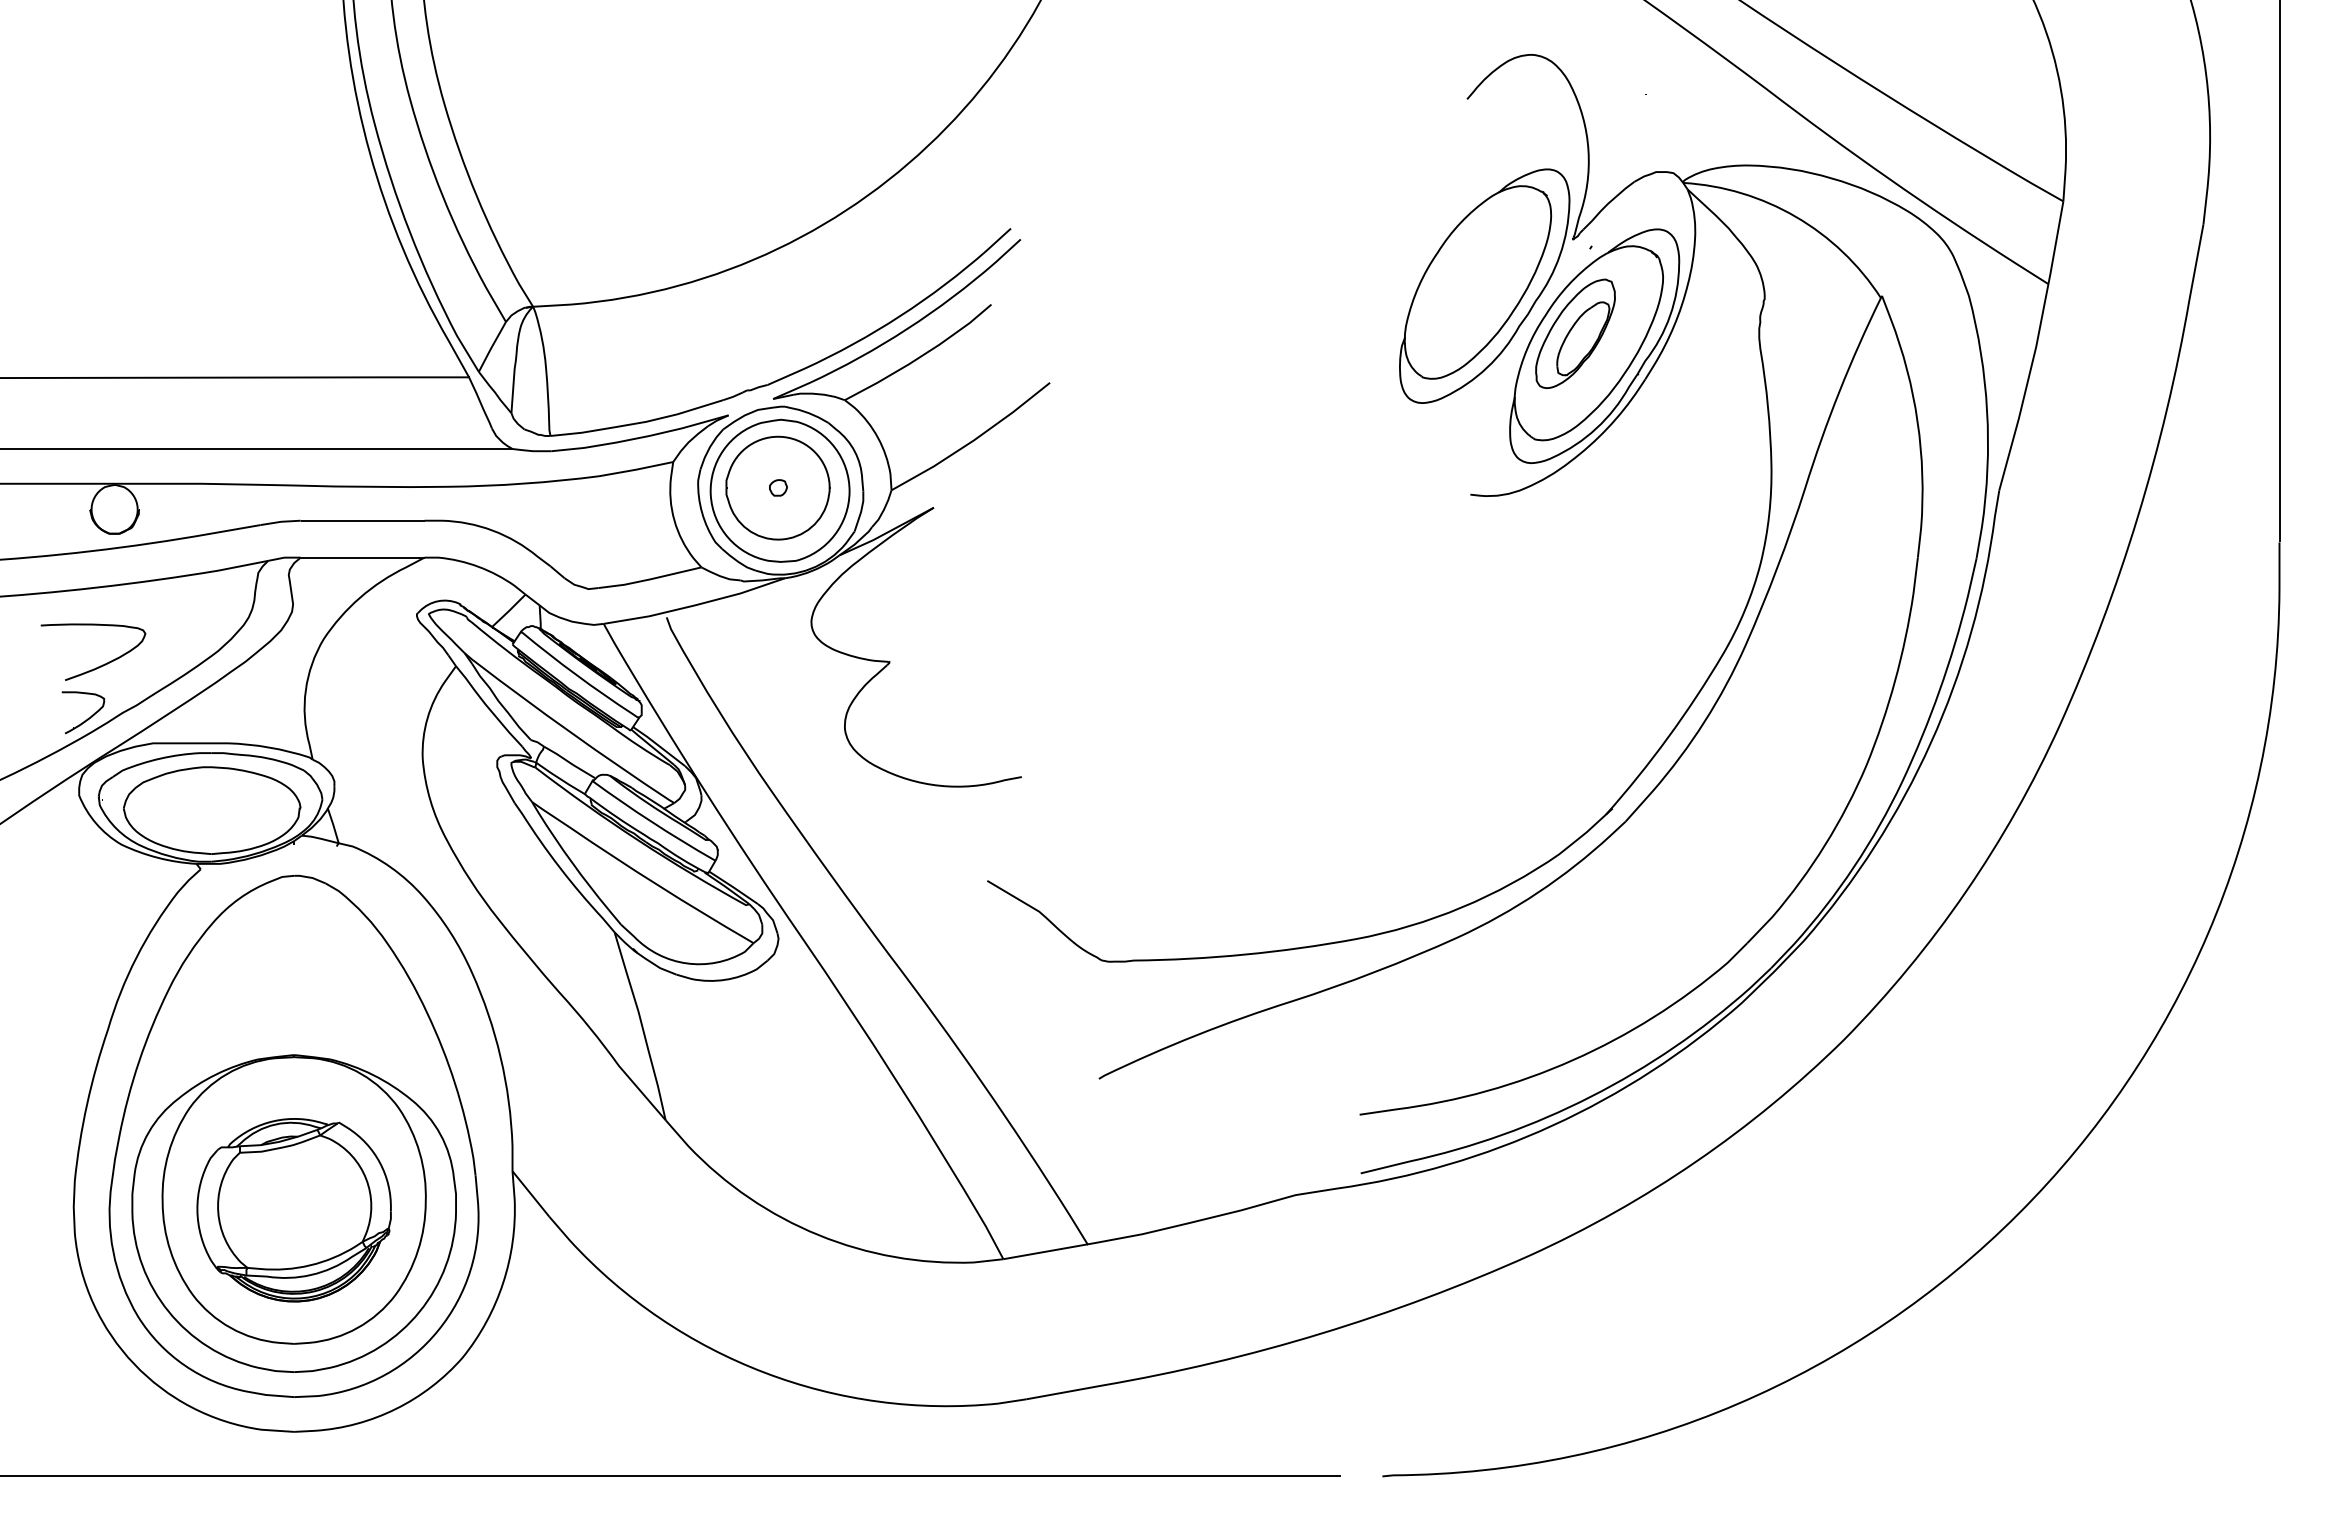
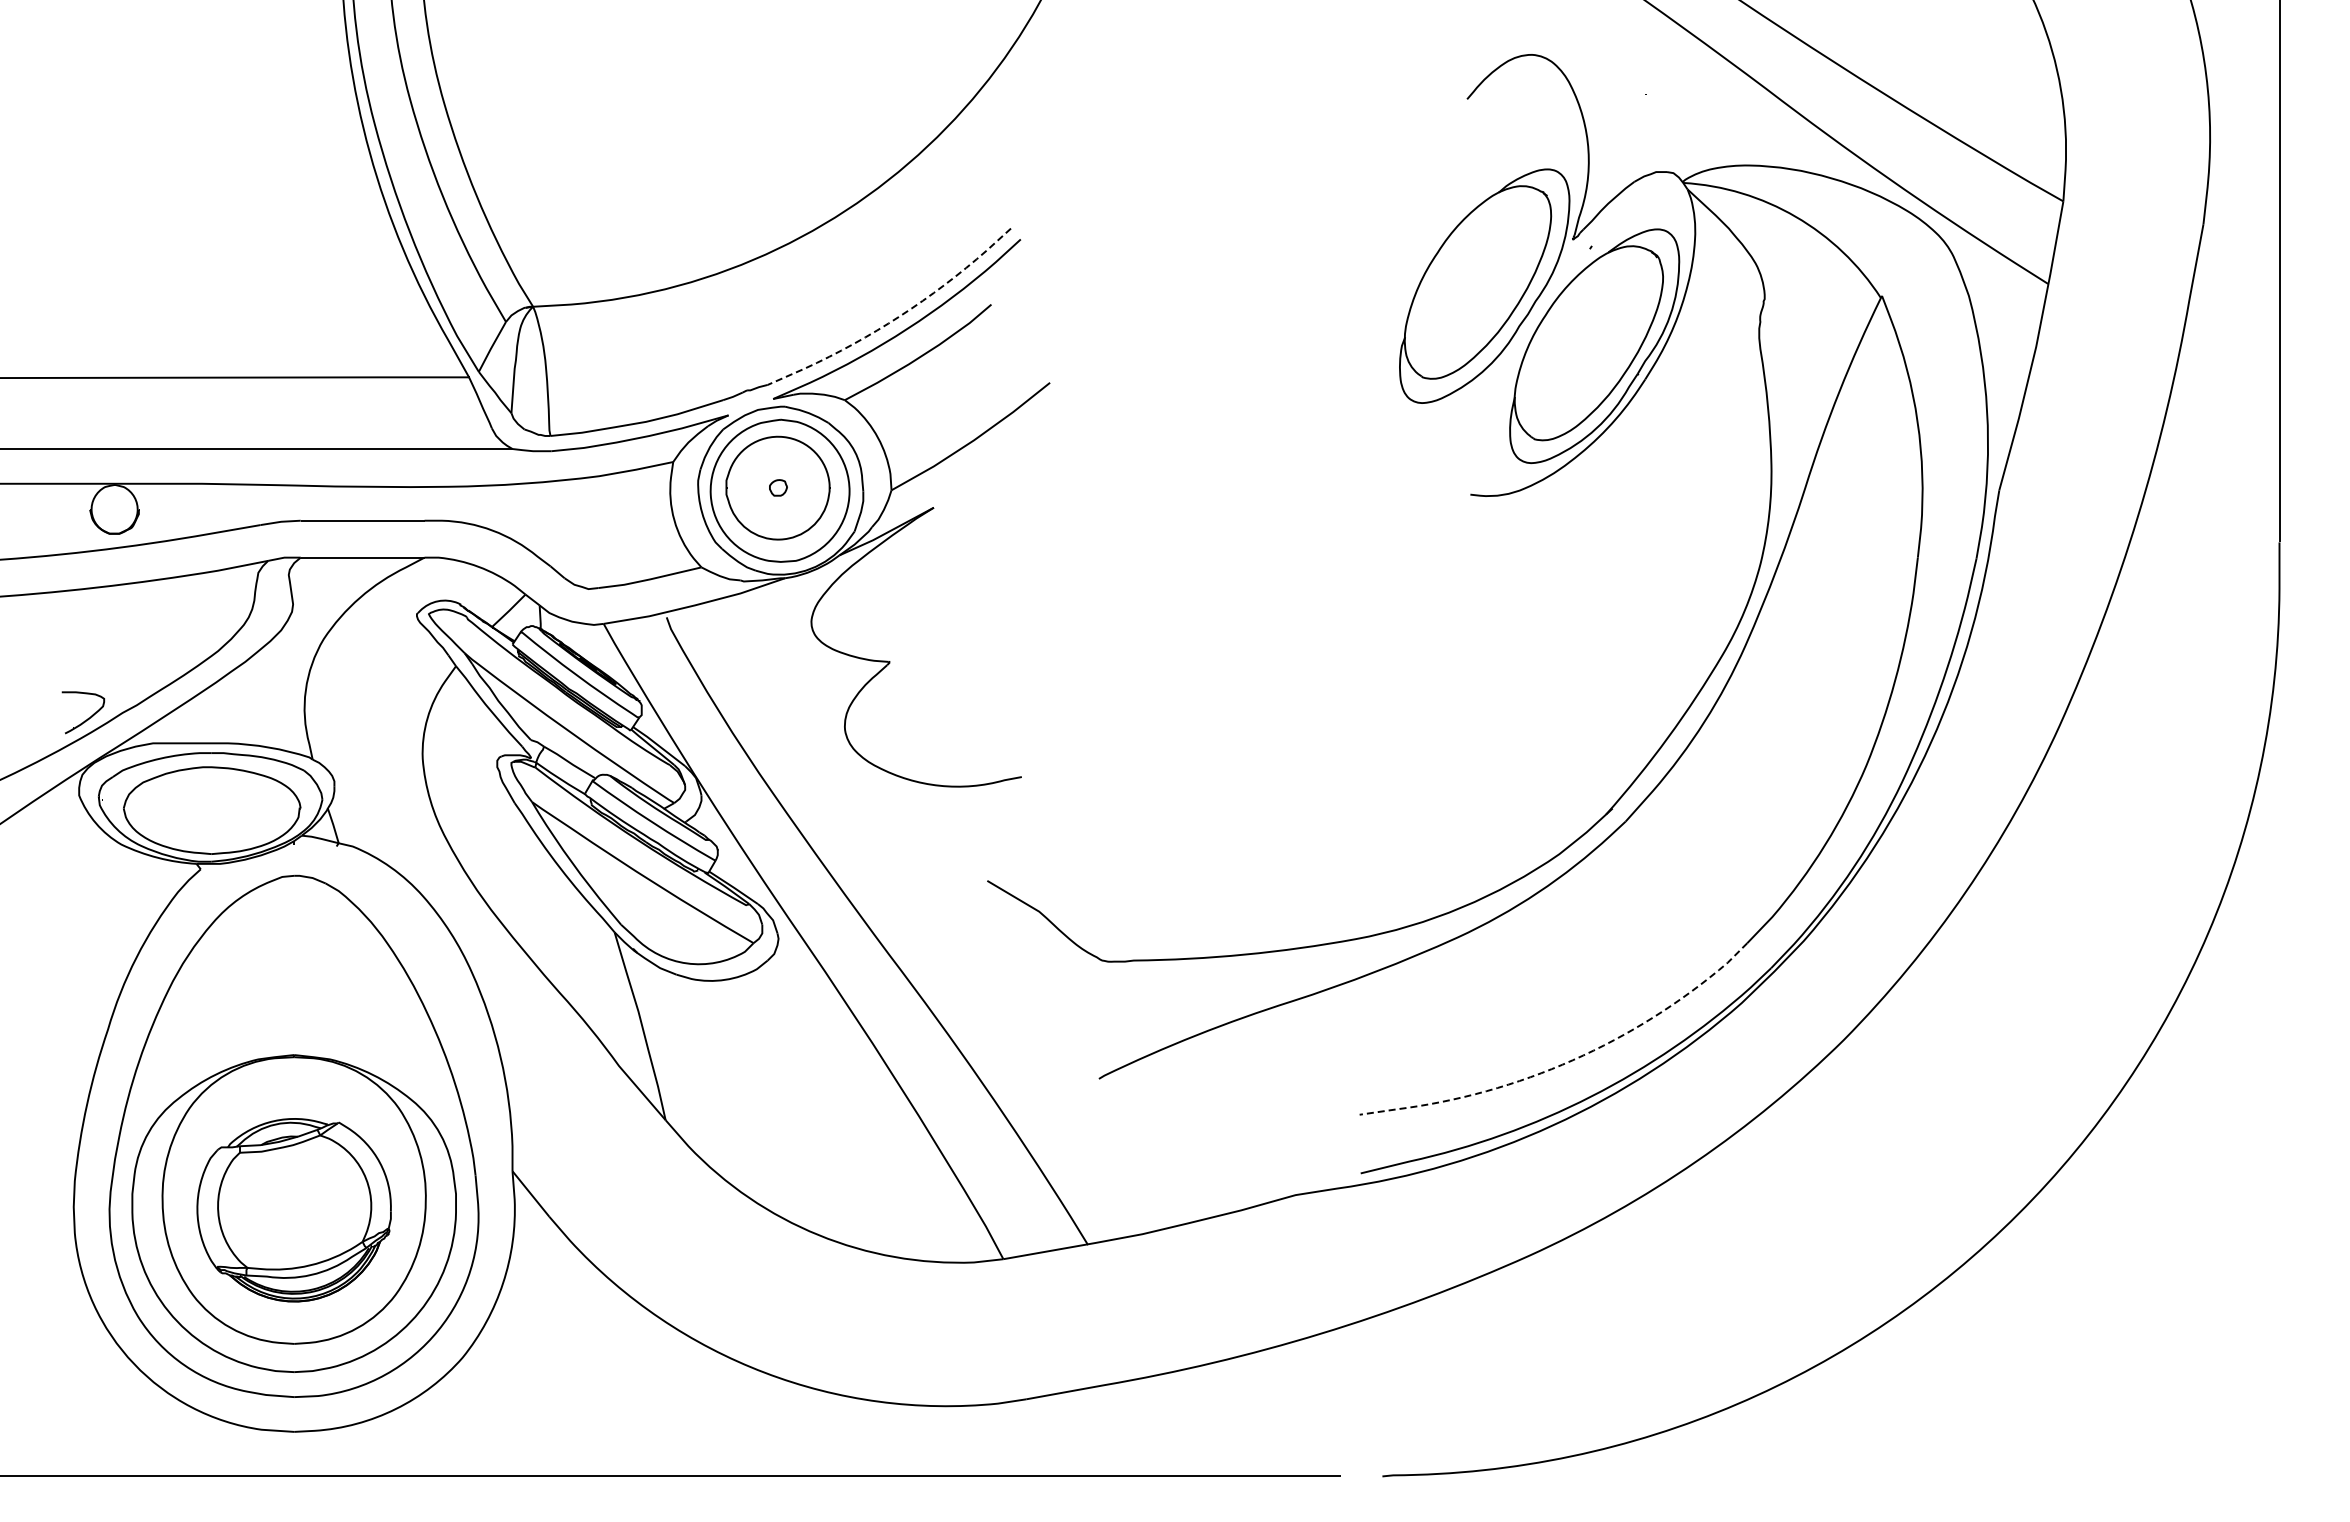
line at (896, 318): solid -> dashed
part at (1575, 333): present -> none
curve at (100, 665): present -> none
line at (1568, 1062): solid -> dashed
